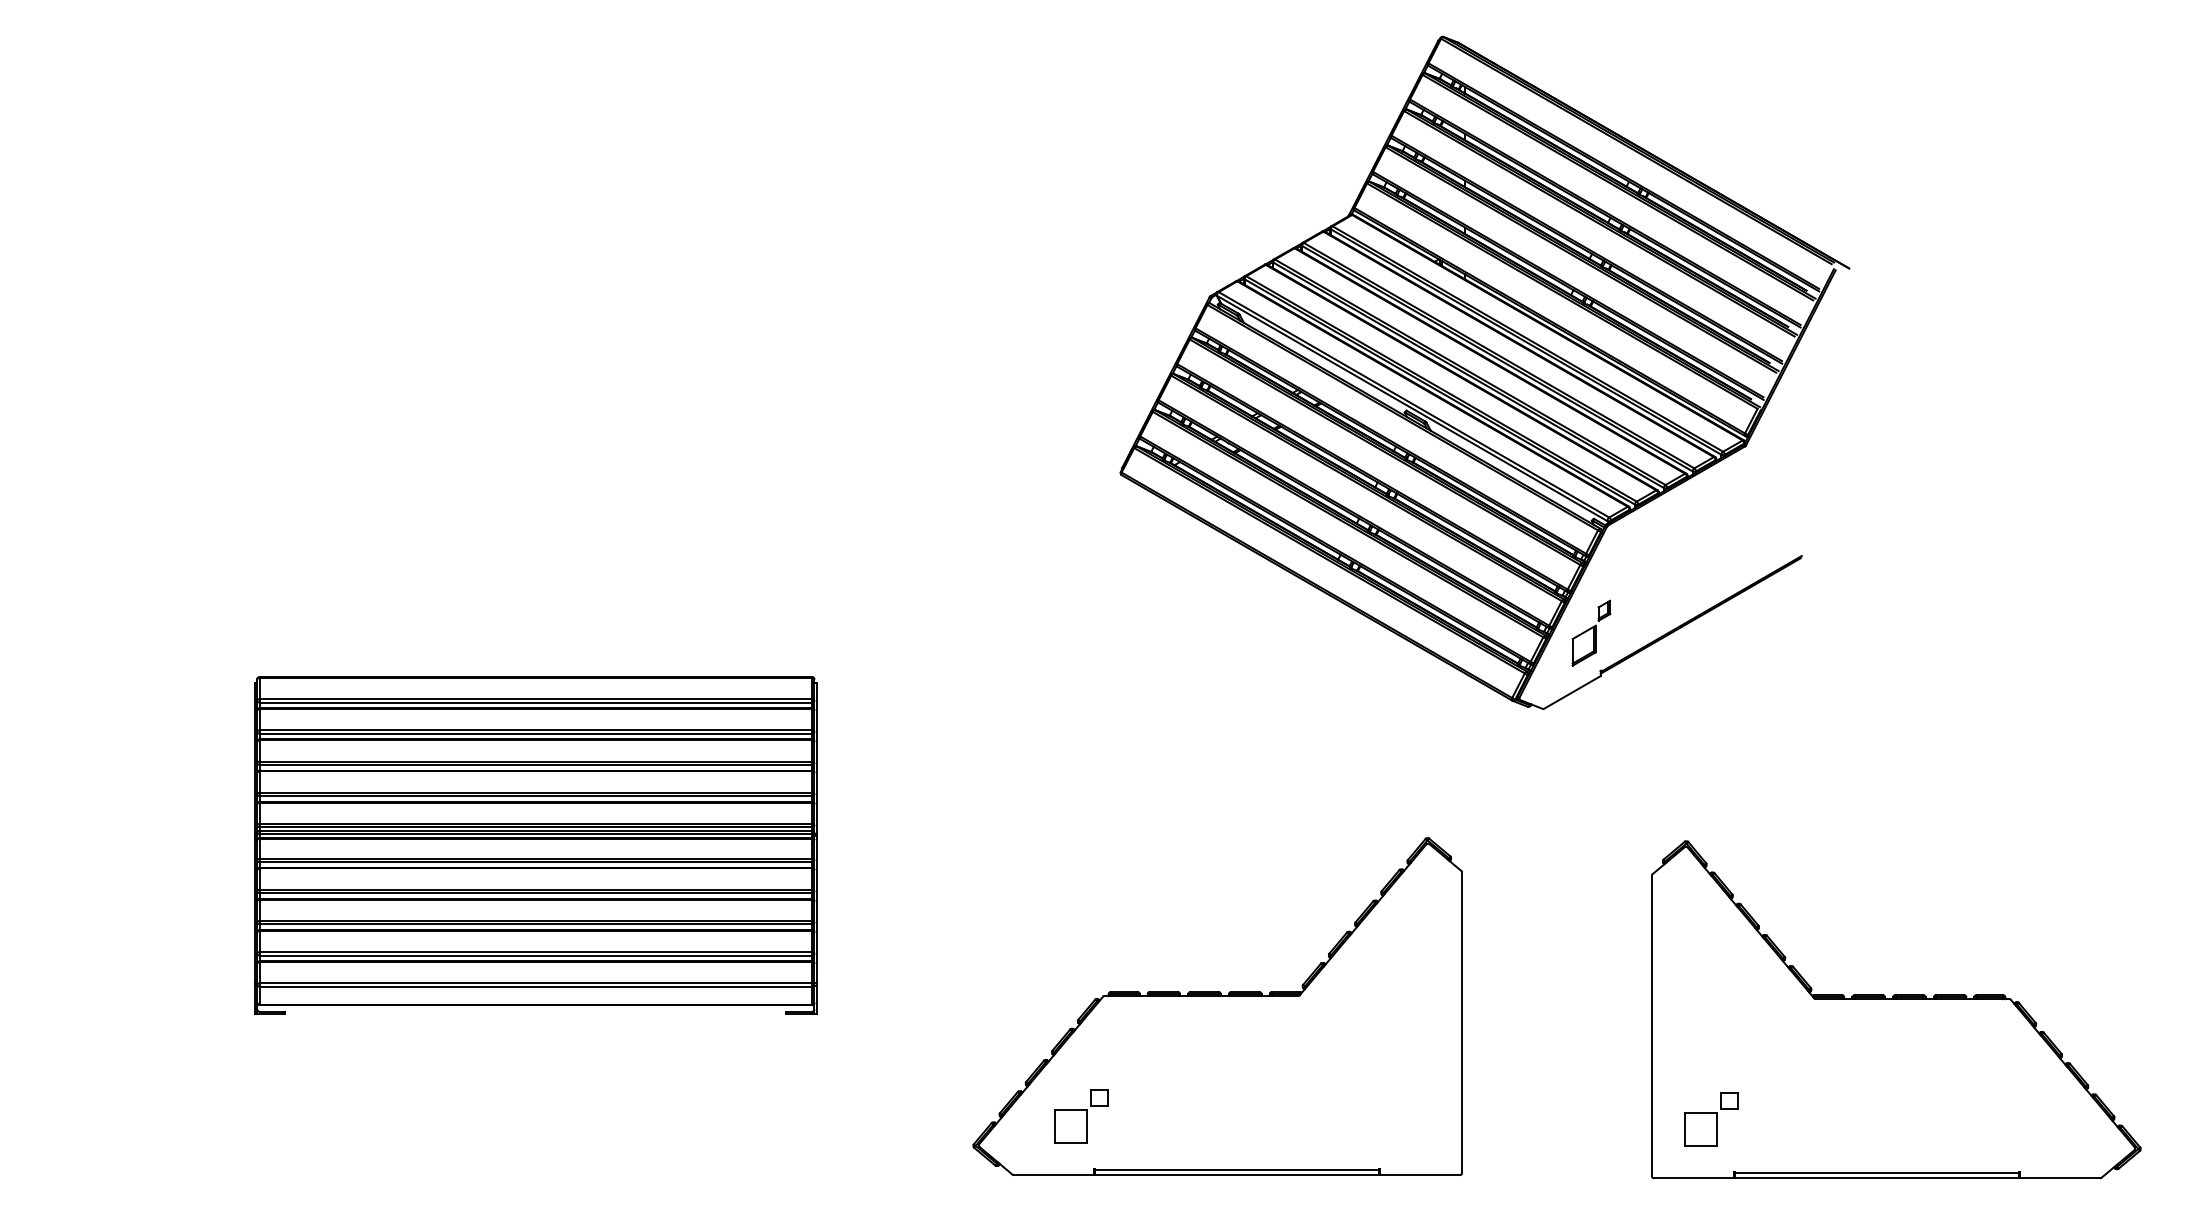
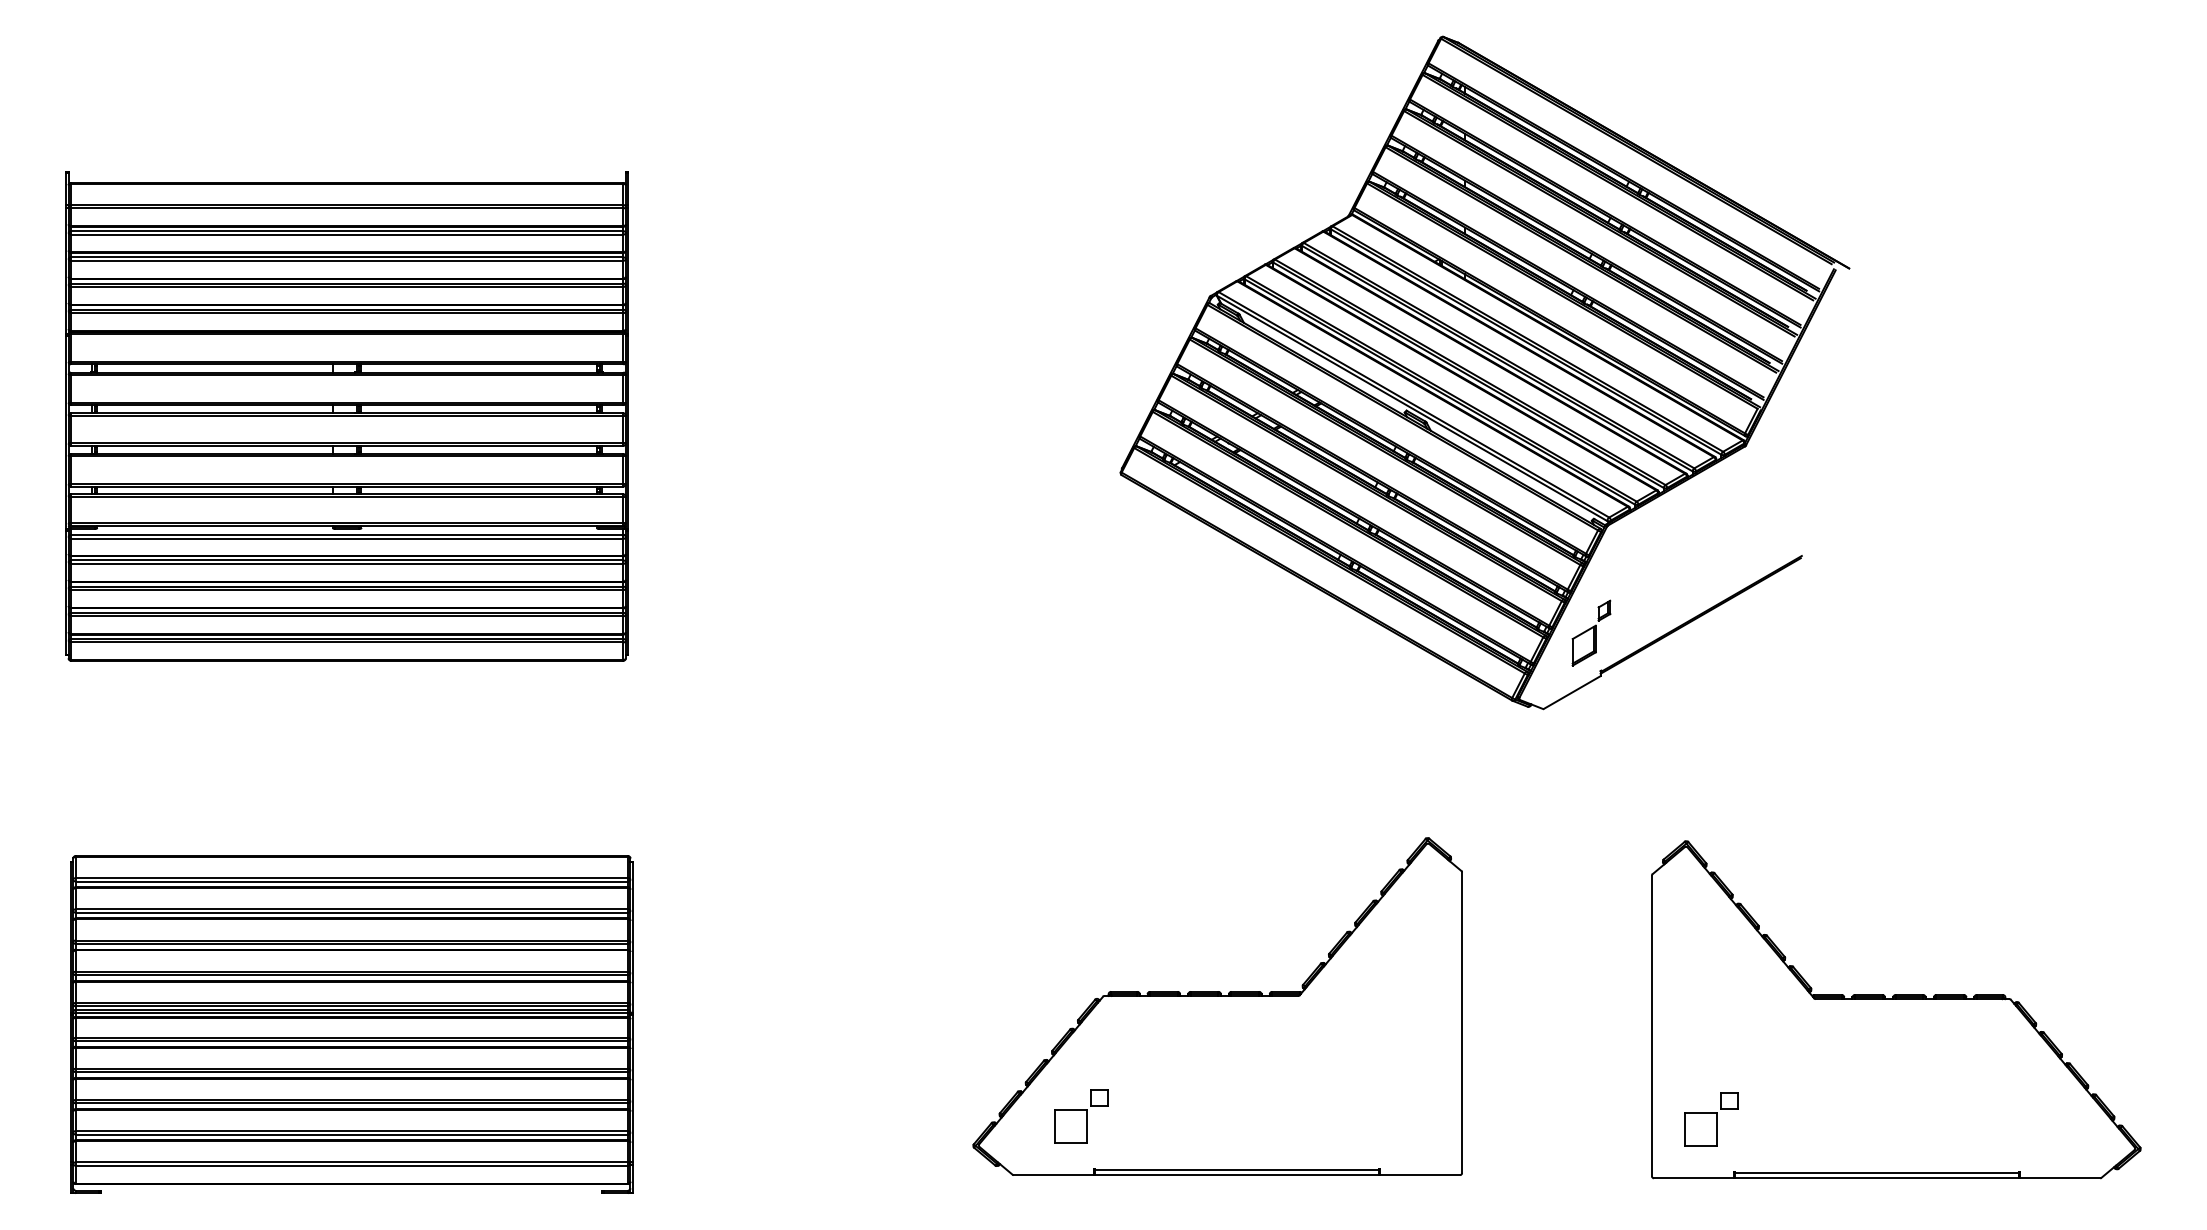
part at (346, 416): none -> present
part at (535, 845) position: (535, 845) -> (351, 1024)
